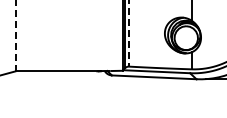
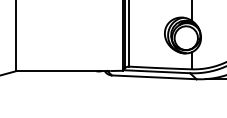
line at (129, 33): dashed -> solid
line at (15, 36): dashed -> solid
